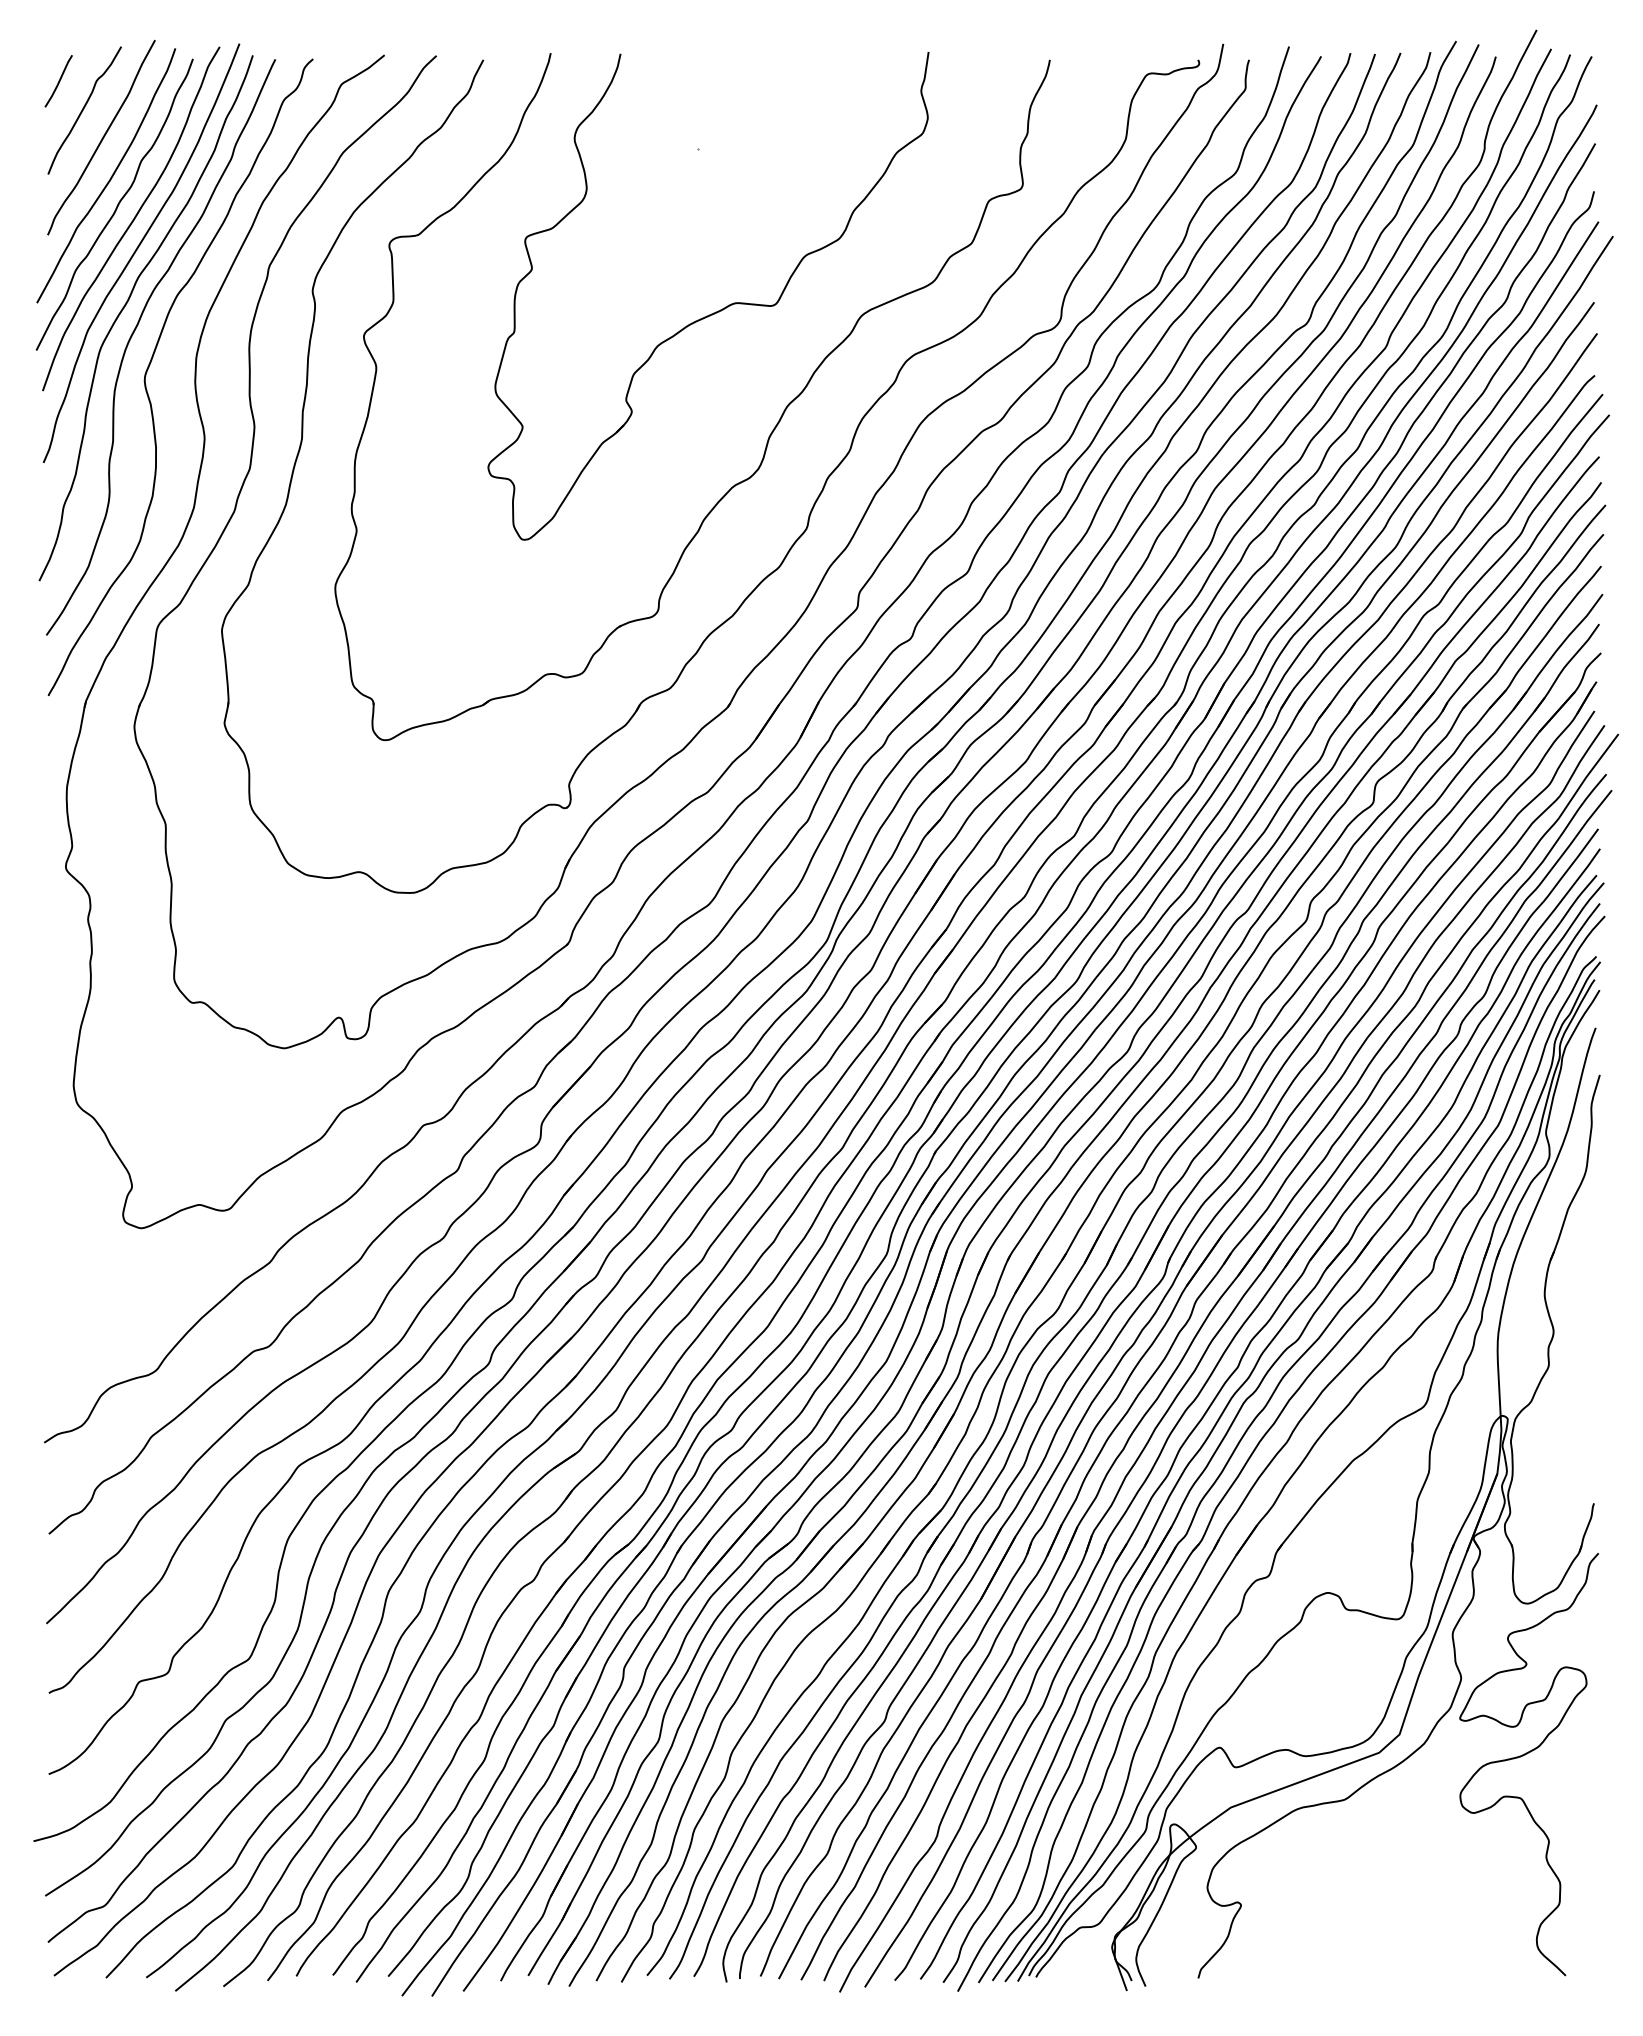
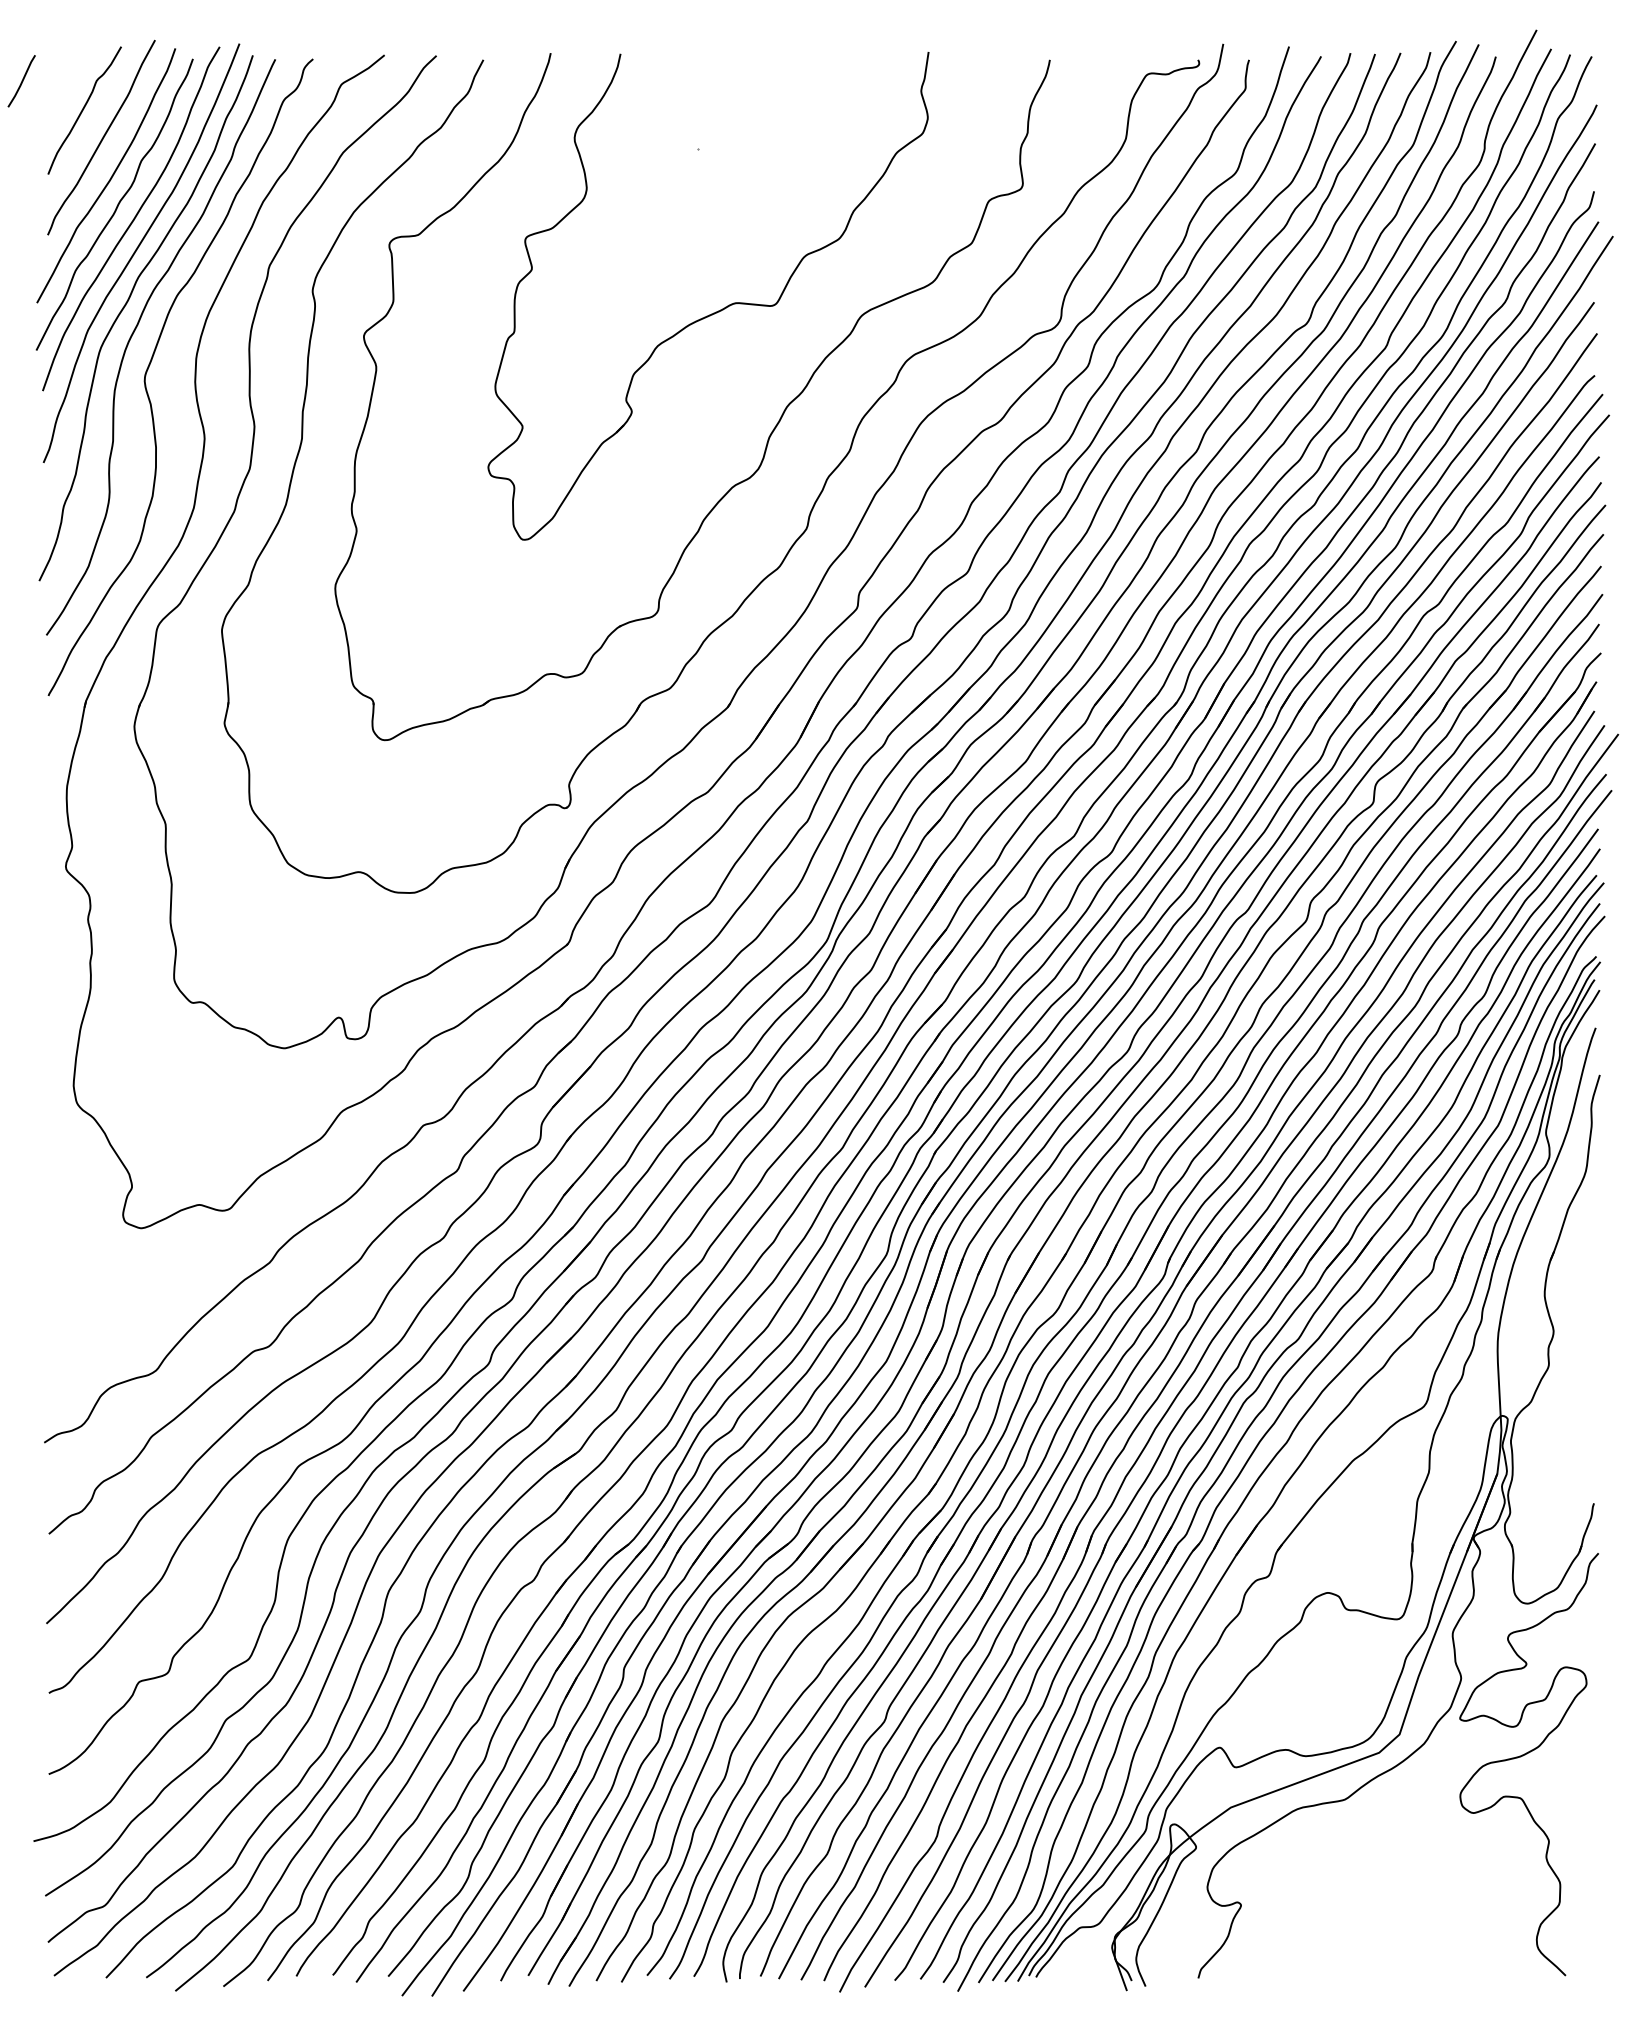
line at (58, 81) position: (58, 81) -> (21, 81)
